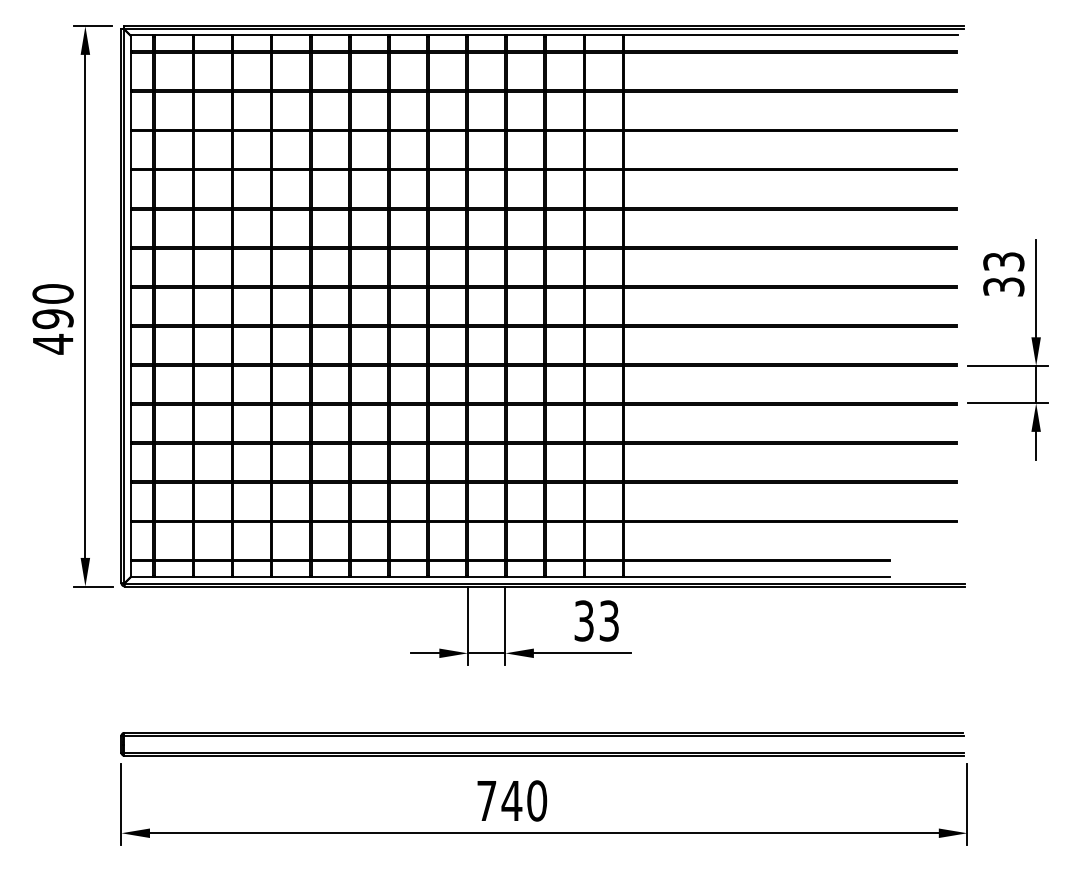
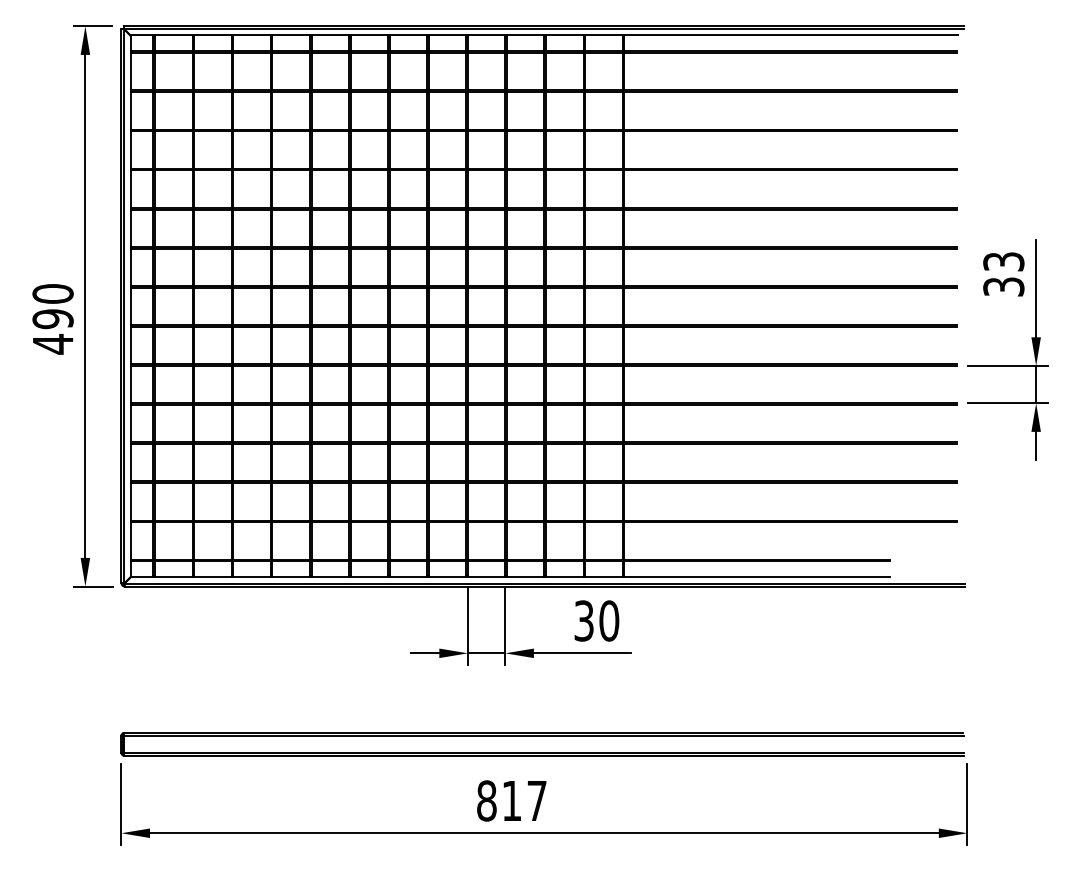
text at (609, 620): 33 -> 30
text at (512, 800): 740 -> 817
